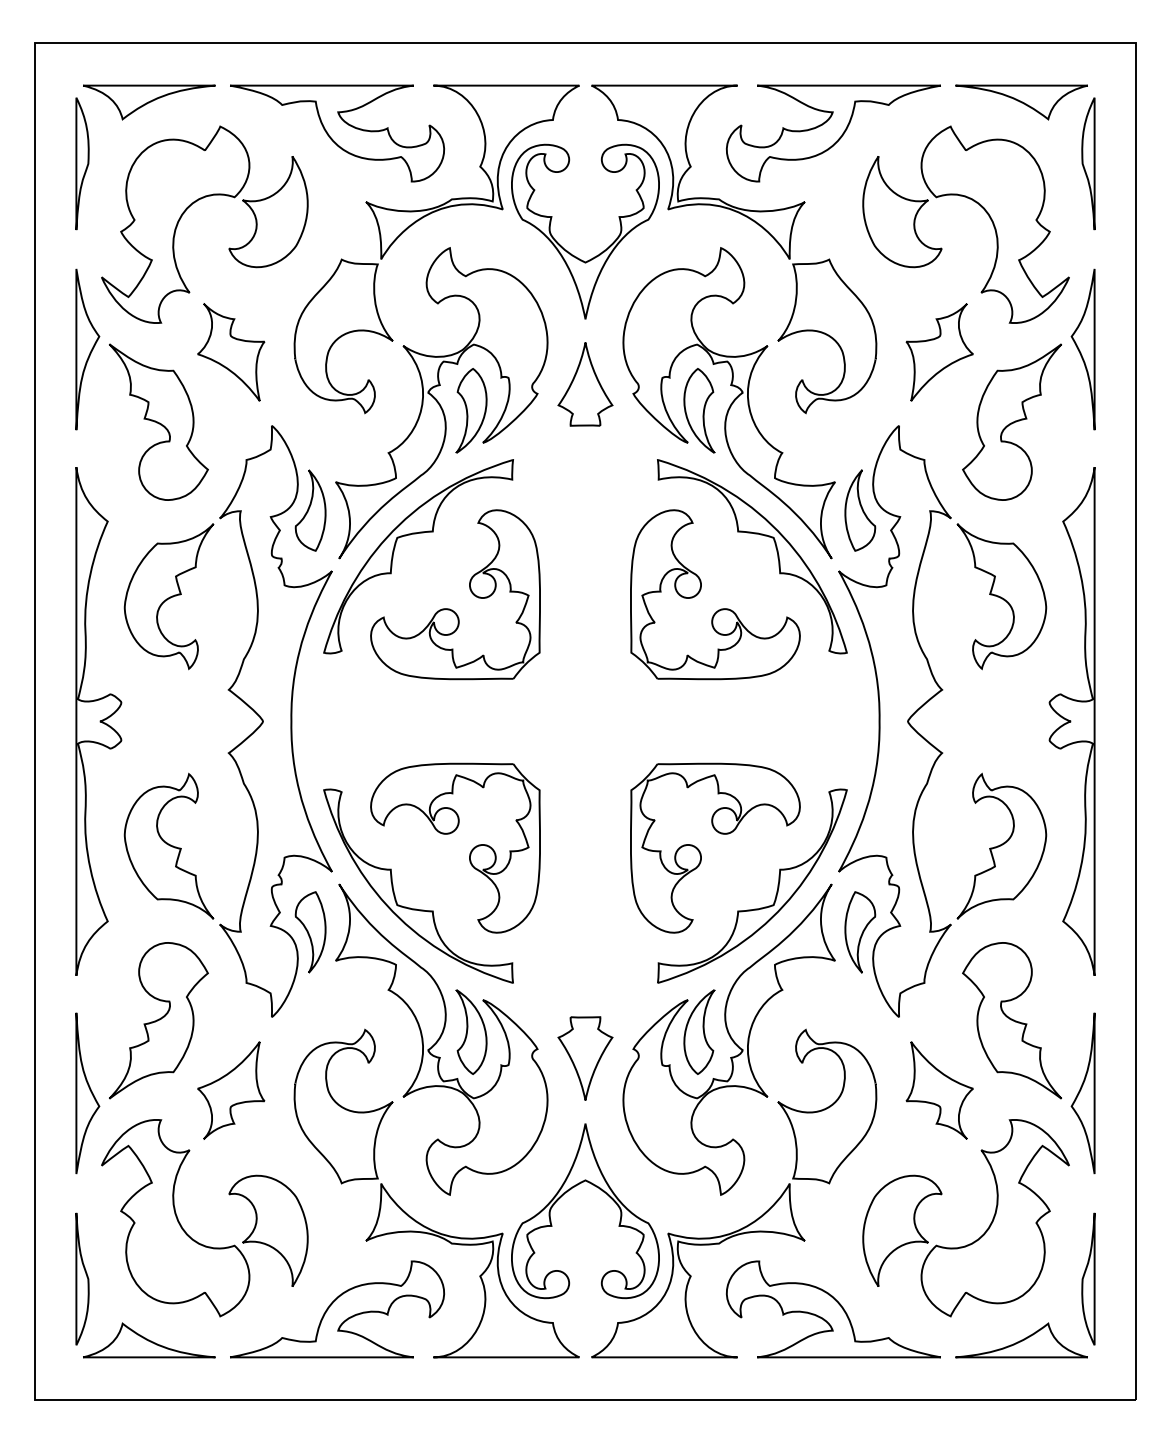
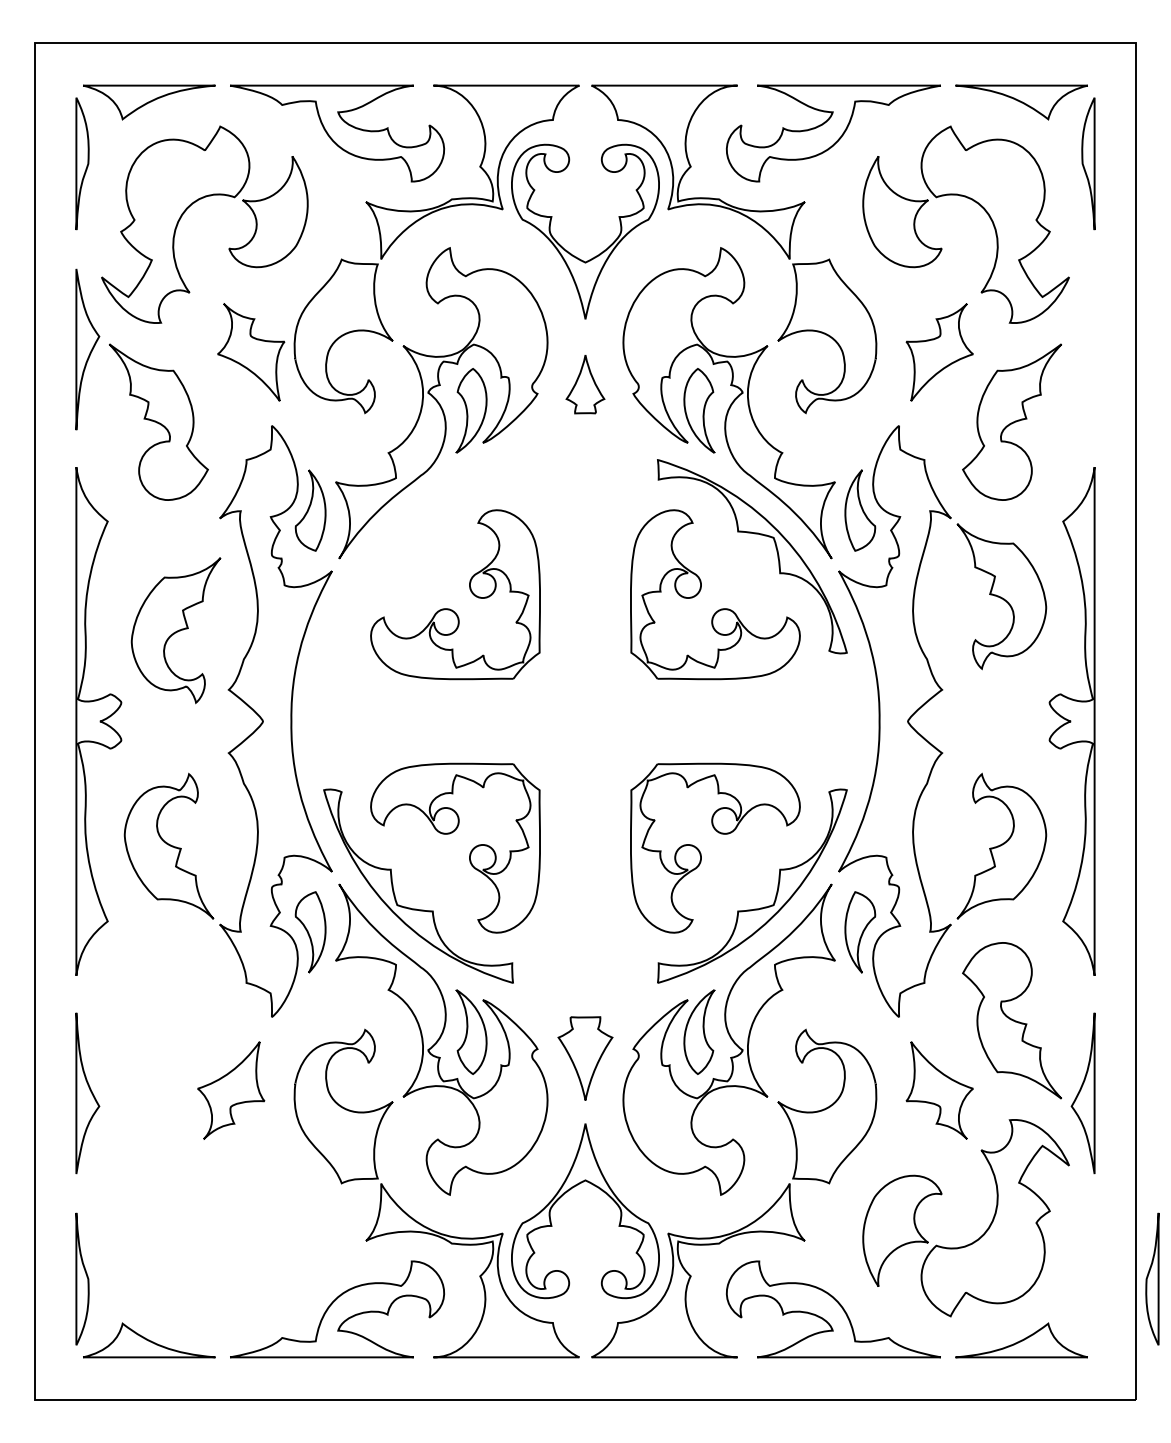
part at (1082, 349): present -> none
part at (231, 352) position: (231, 352) -> (251, 352)
part at (585, 384) size: 57x85 px -> 41x60 px
part at (416, 534): present -> none
part at (168, 596) position: (168, 596) -> (175, 630)
part at (158, 1020): present -> none
part at (185, 1230): present -> none
part at (1088, 1278) position: (1088, 1278) -> (1152, 1278)
